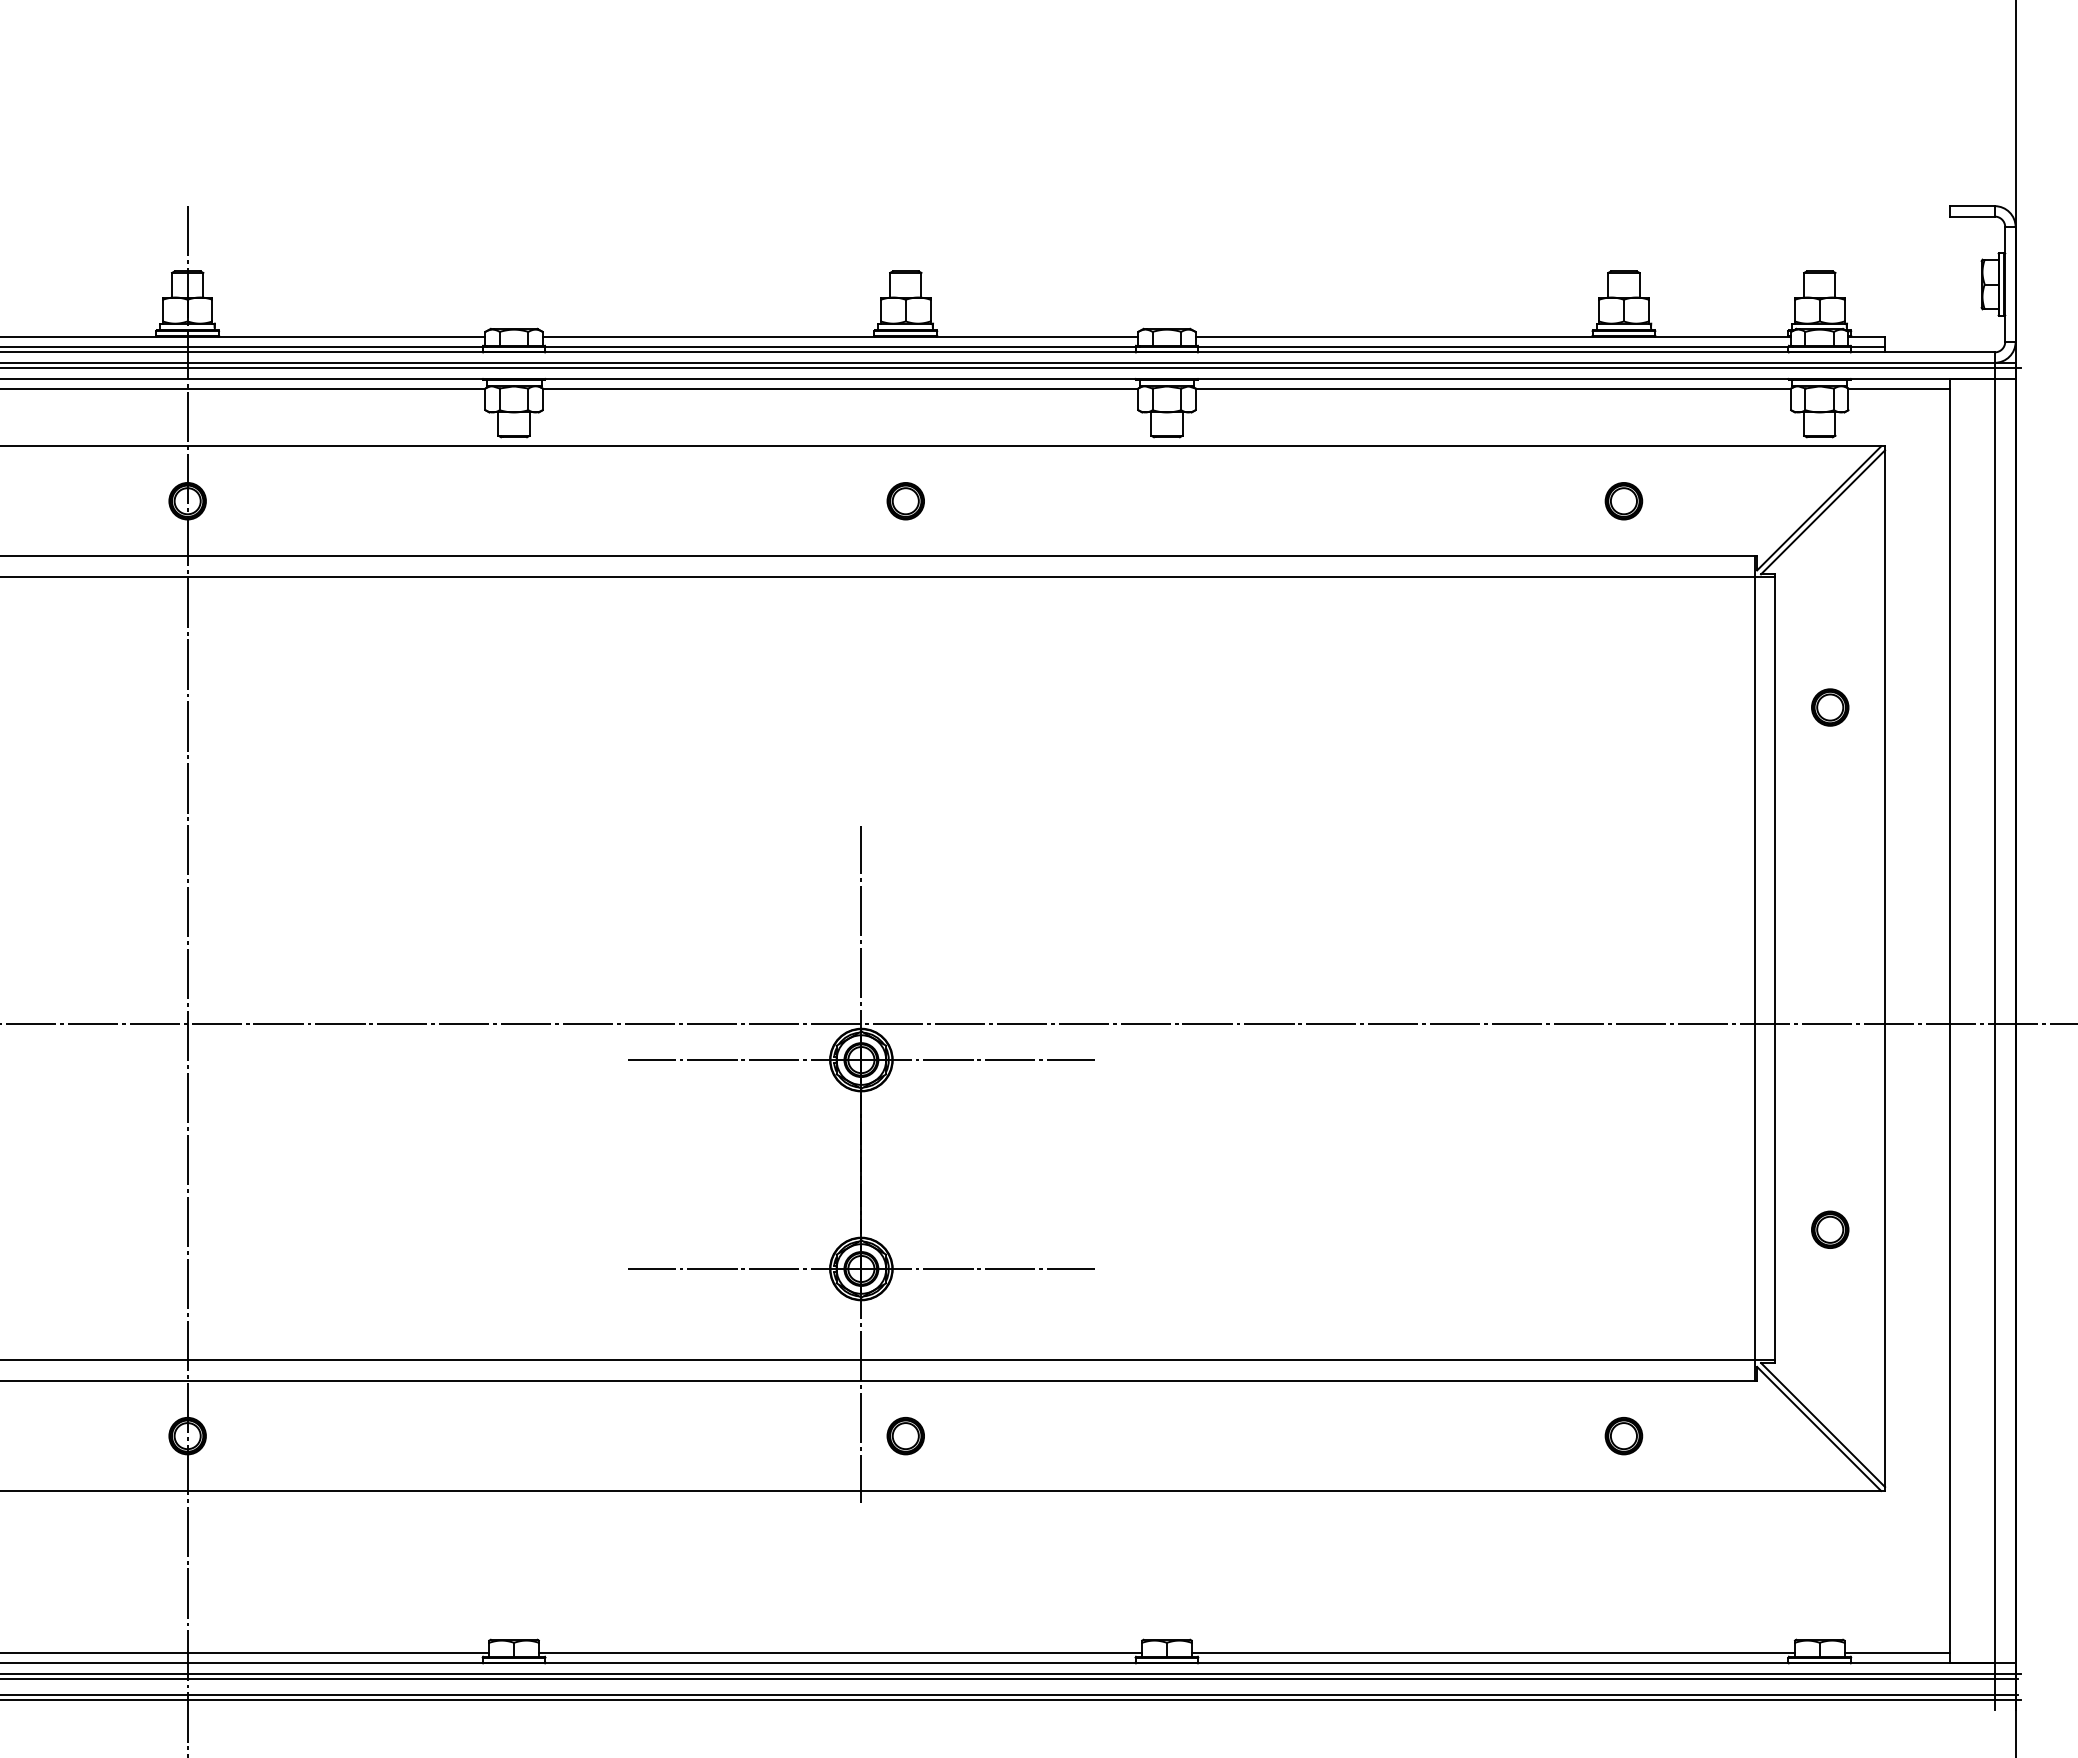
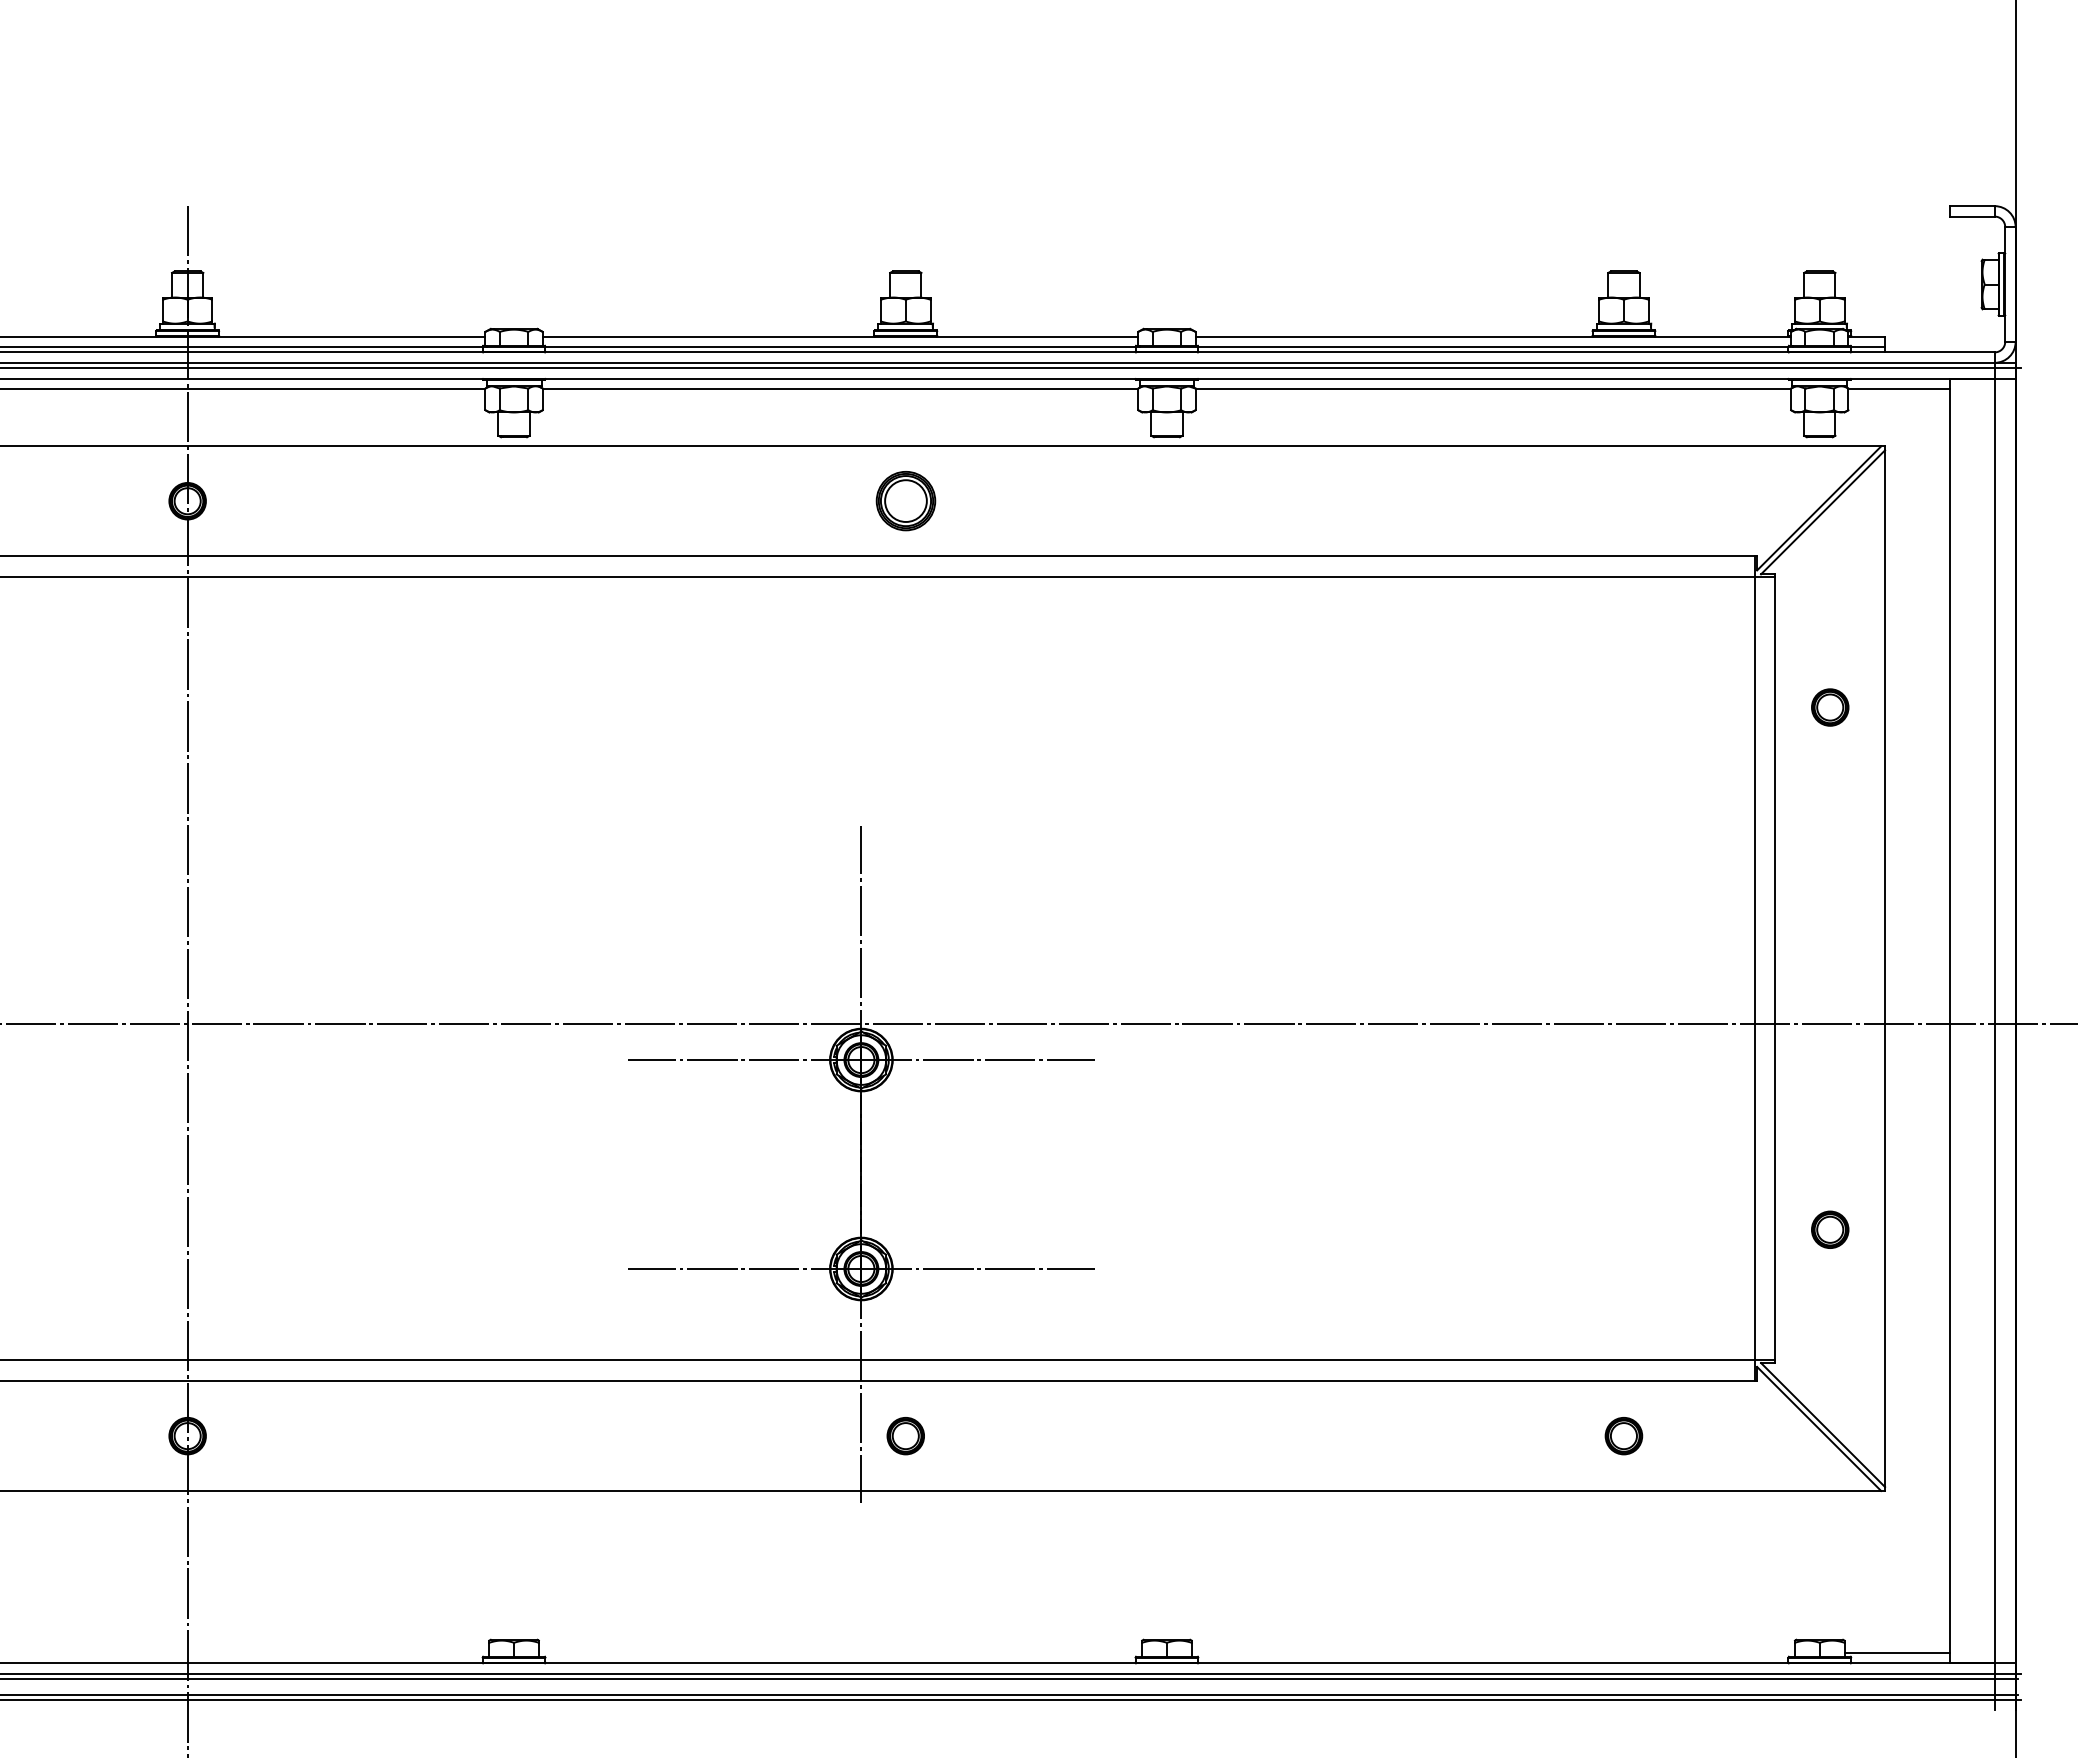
part at (905, 501) size: 39x39 px -> 62x61 px
part at (1623, 501): present -> none
line at (245, 1652): present -> none
line at (840, 1652): present -> none
line at (1492, 1652): present -> none
